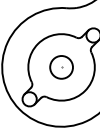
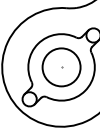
circle at (61, 67) diameter: 23 px -> 38 px
